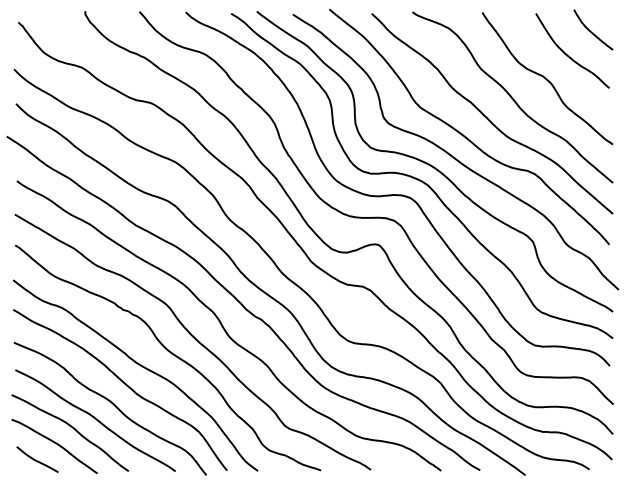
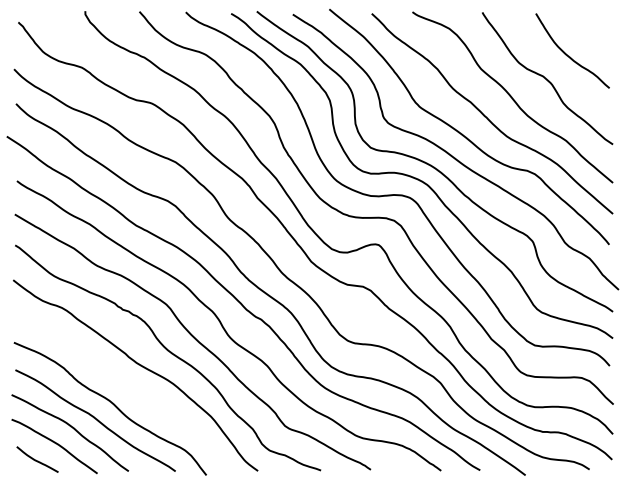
curve at (591, 31): present -> none
curve at (124, 384): present -> none
